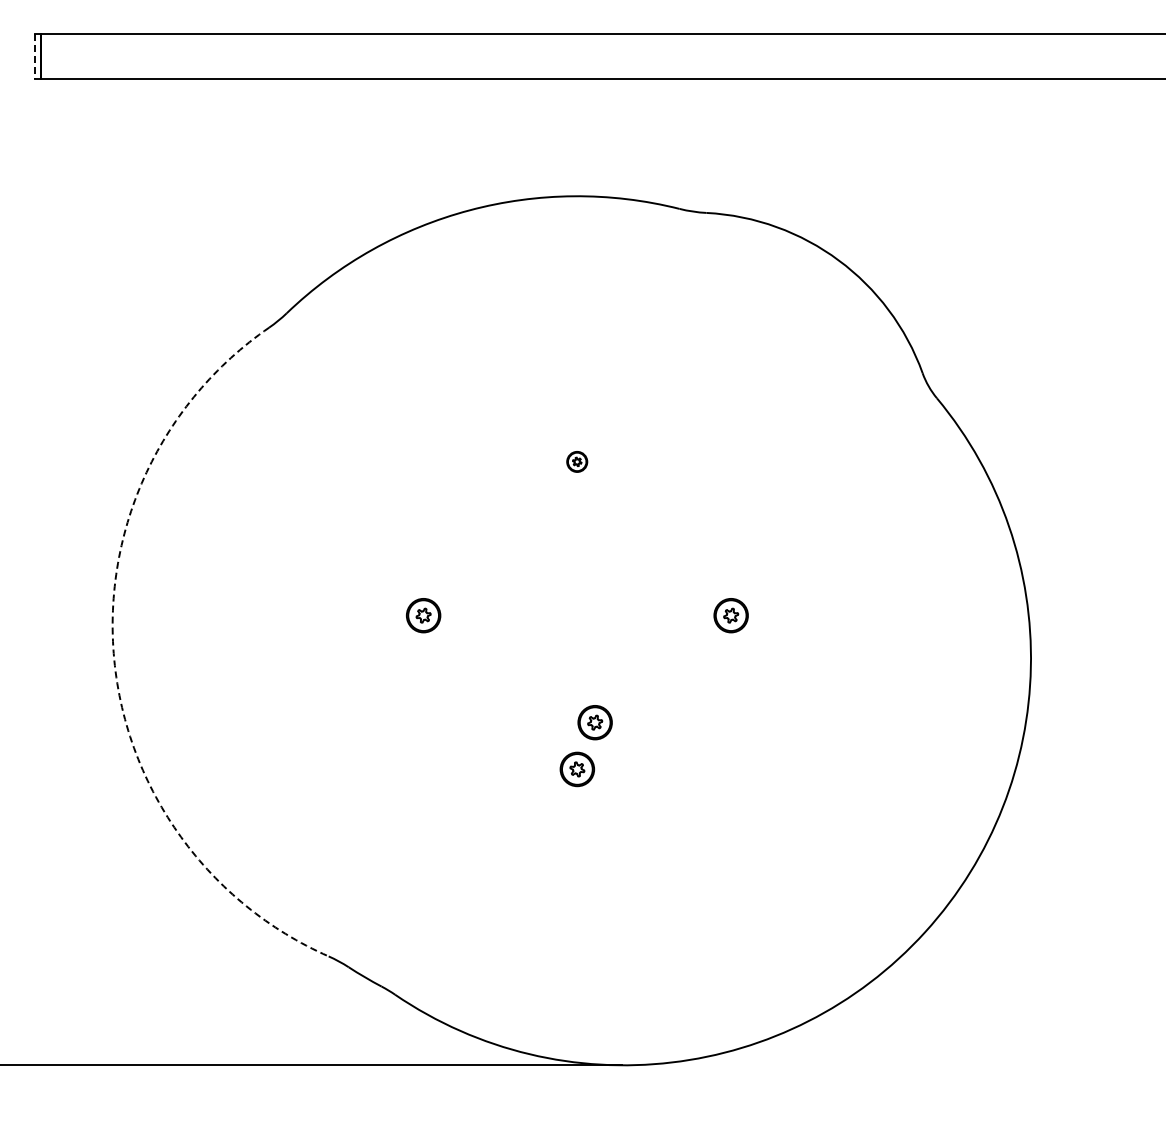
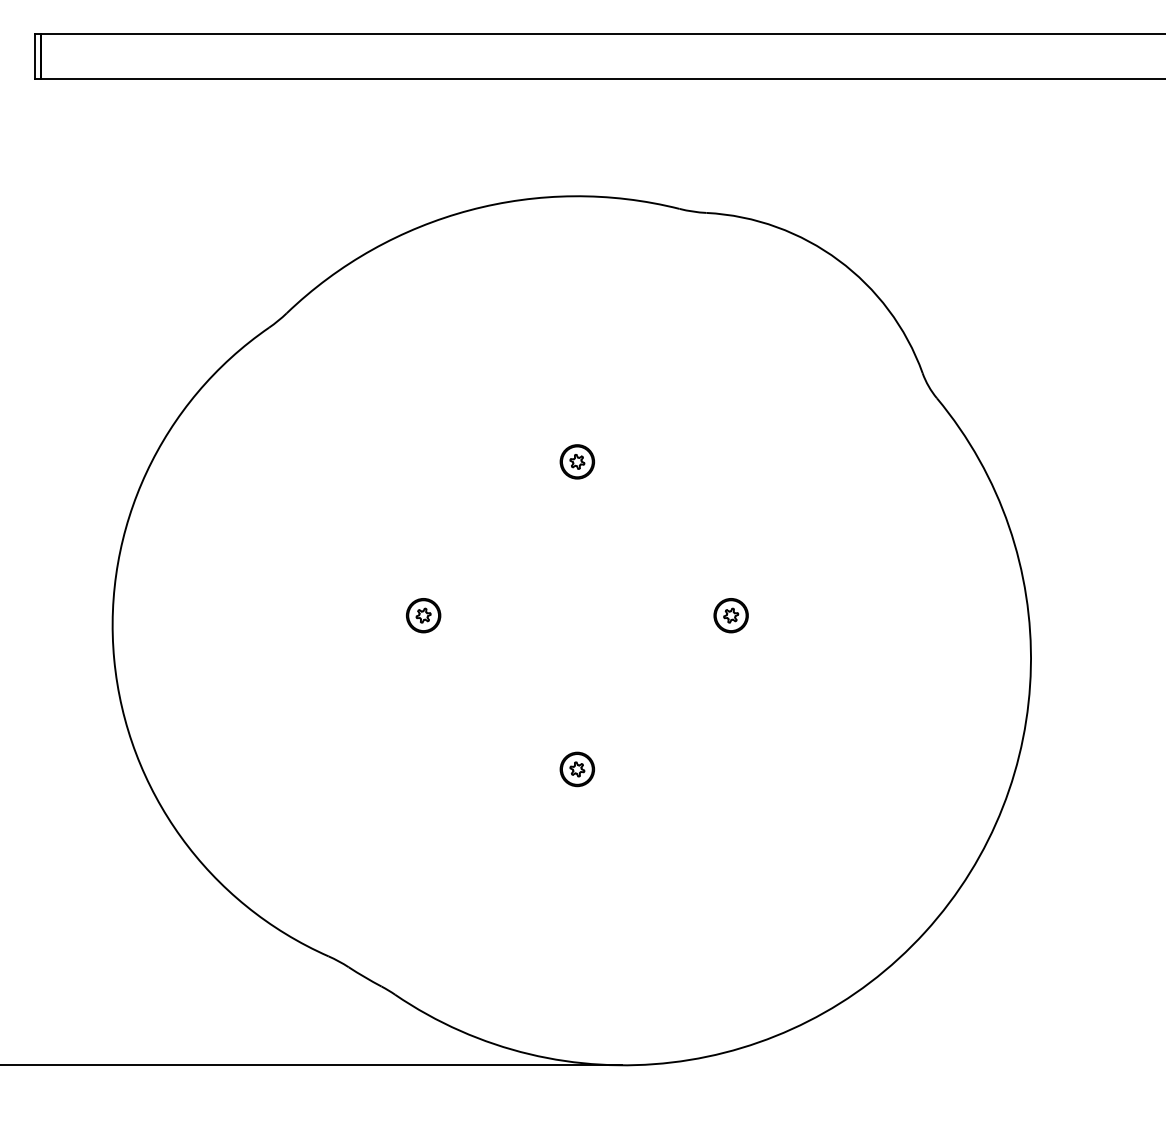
line at (34, 56): dashed -> solid
part at (577, 461) size: 23x22 px -> 36x36 px
arc at (114, 659): dashed -> solid
part at (594, 722): present -> none
